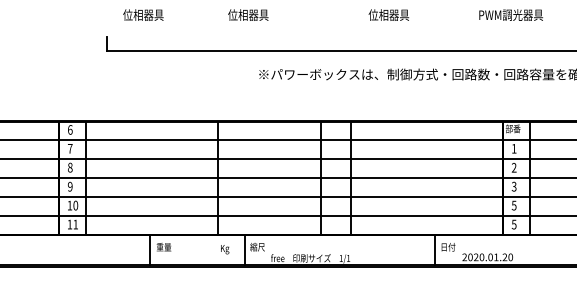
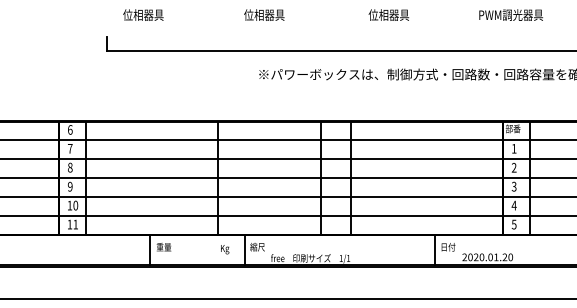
text at (248, 14) position: (248, 14) -> (264, 14)
text at (513, 205): 5 -> 4
line at (287, 298): none -> present
